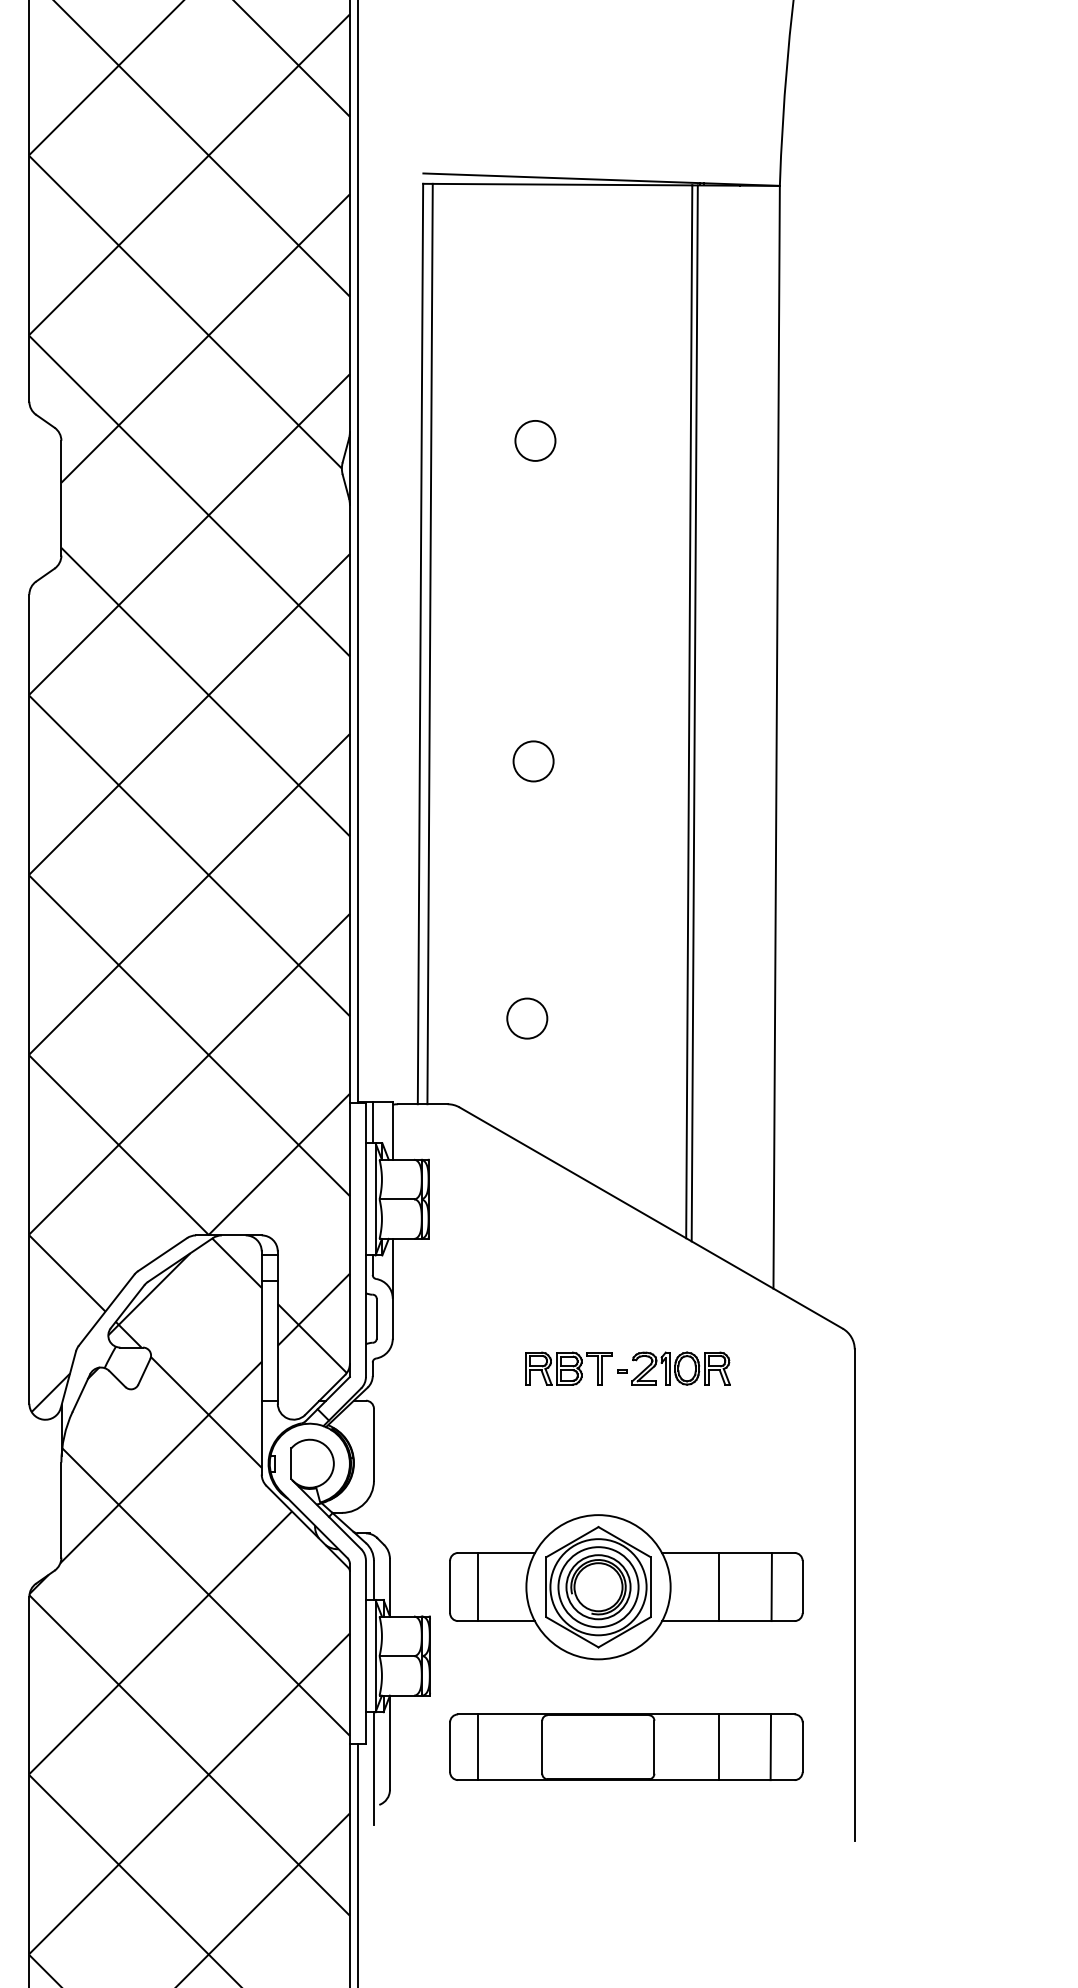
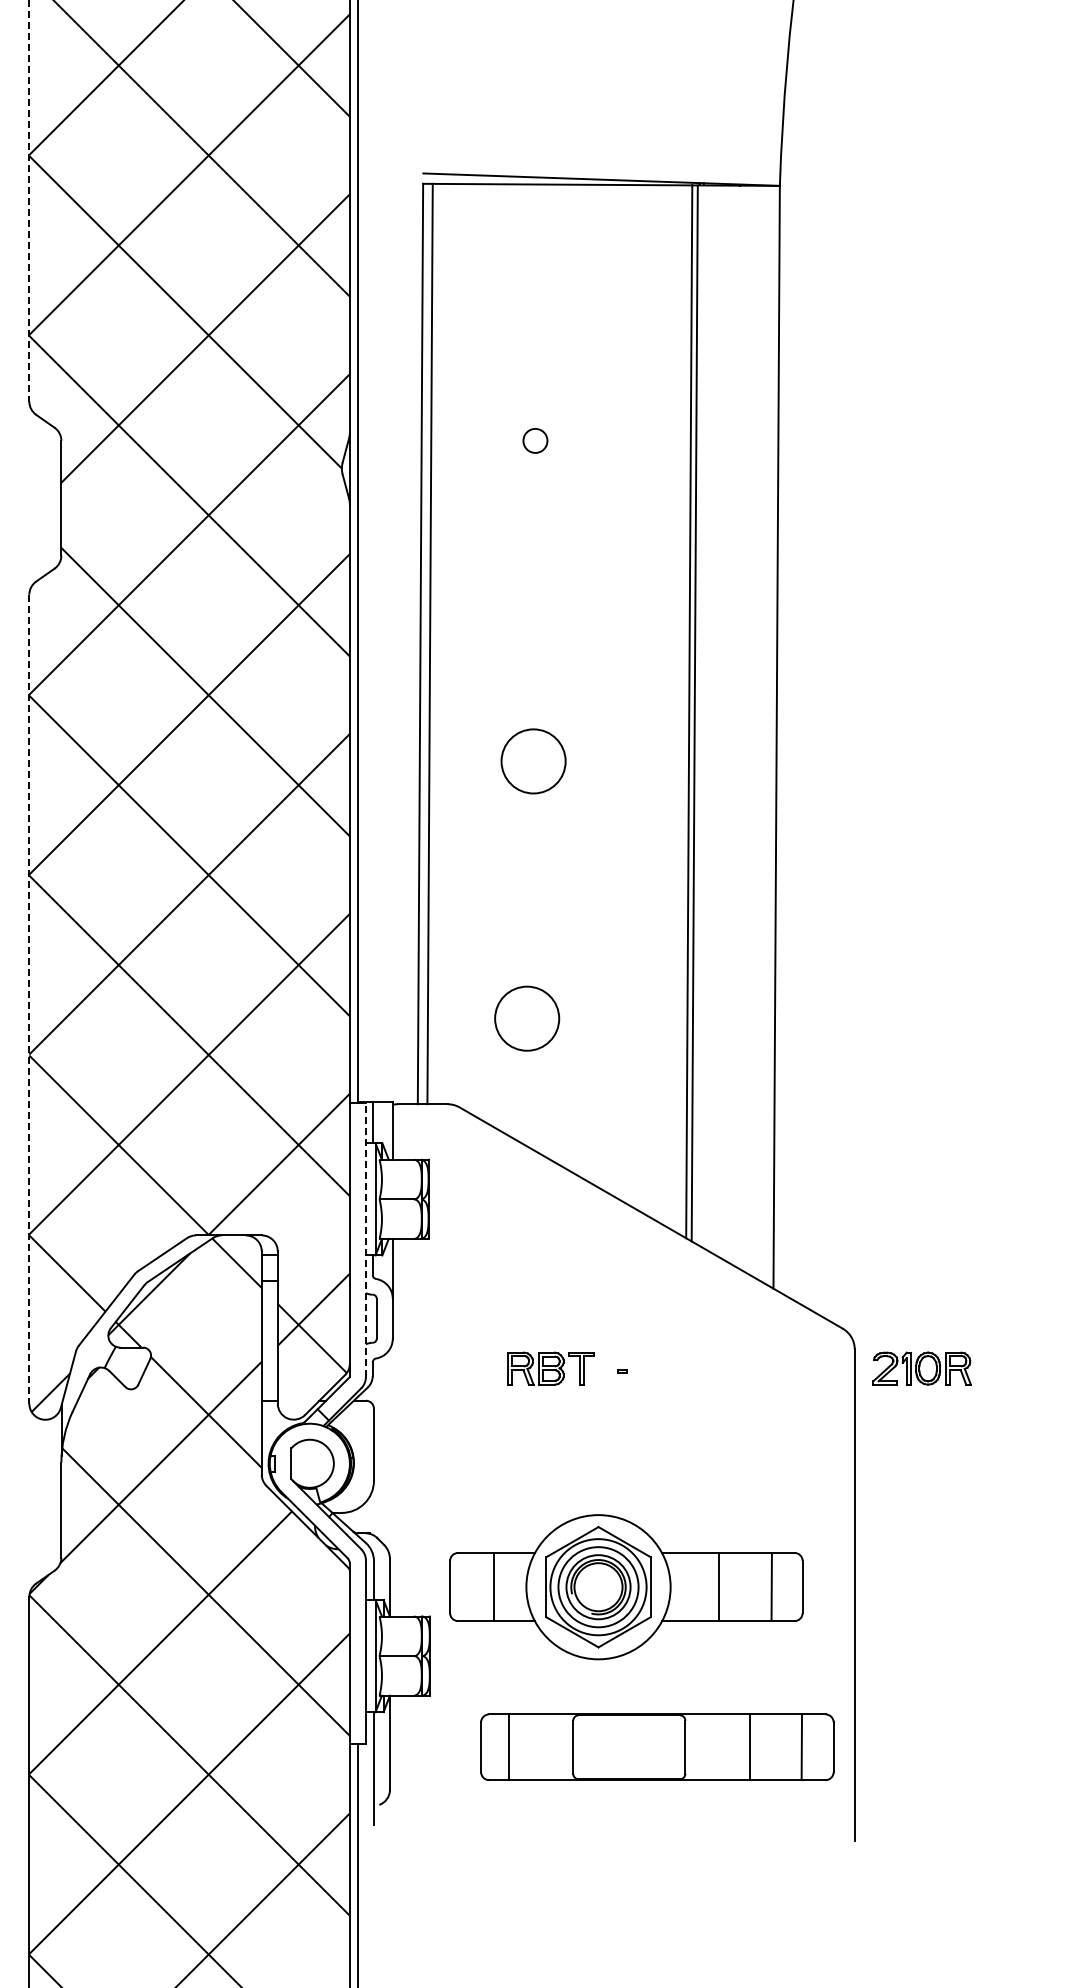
line at (29, 201): solid -> dashed
circle at (535, 440) diameter: 40 px -> 24 px
circle at (533, 761) diameter: 40 px -> 64 px
line at (29, 999): solid -> dashed
circle at (527, 1018) size: 43x43 px -> 67x67 px
line at (365, 1240): solid -> dashed
part at (568, 1368) position: (568, 1368) -> (550, 1368)
part at (680, 1368) position: (680, 1368) -> (921, 1368)
line at (478, 1586) position: (478, 1586) -> (494, 1586)
part at (626, 1746) position: (626, 1746) -> (657, 1746)
